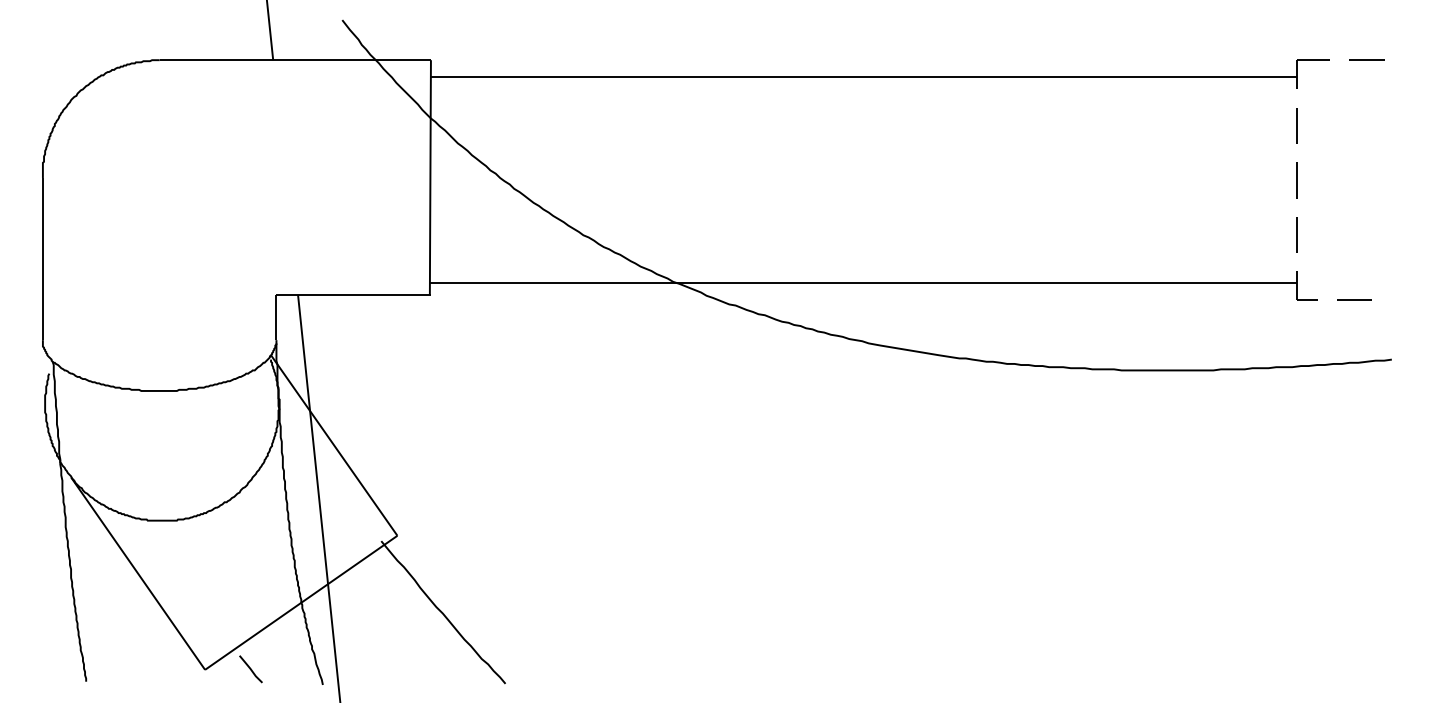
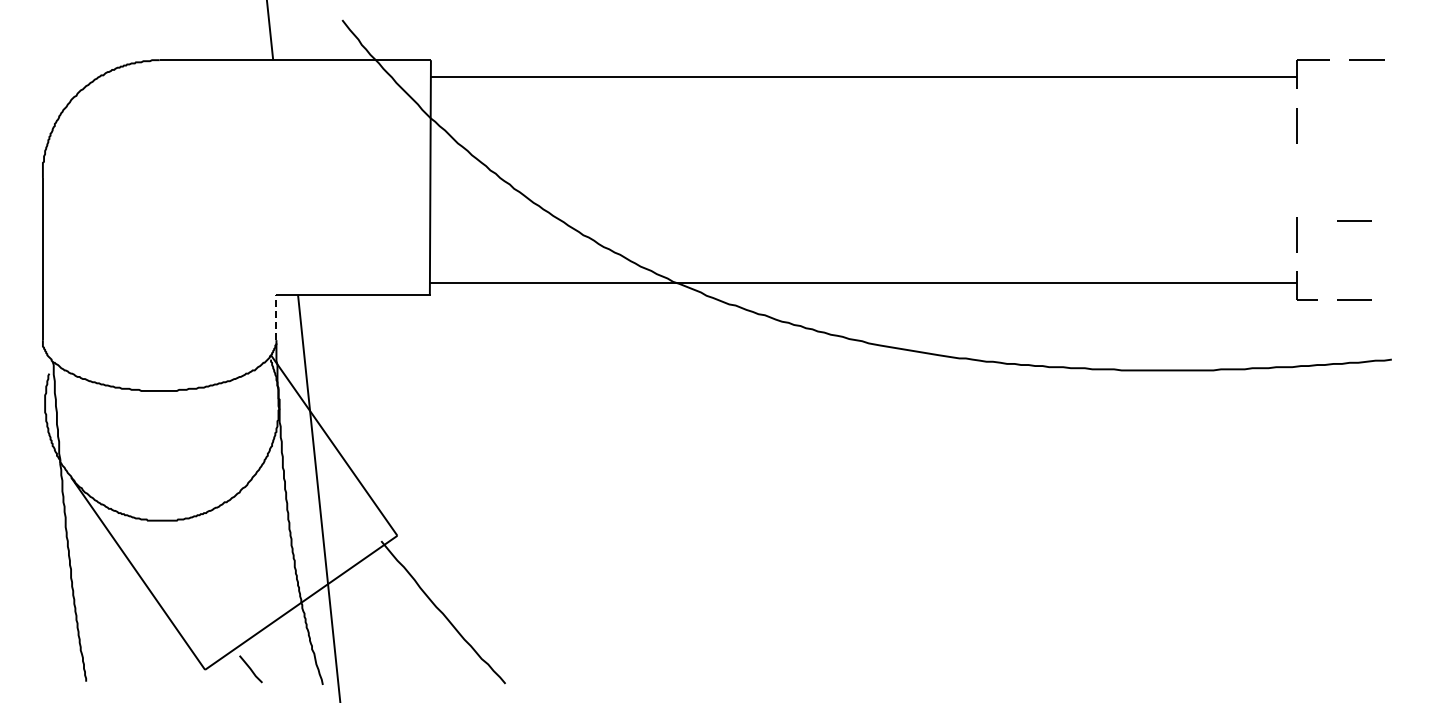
line at (1296, 180): present -> none
line at (1354, 220): none -> present
line at (276, 317): solid -> dashed
